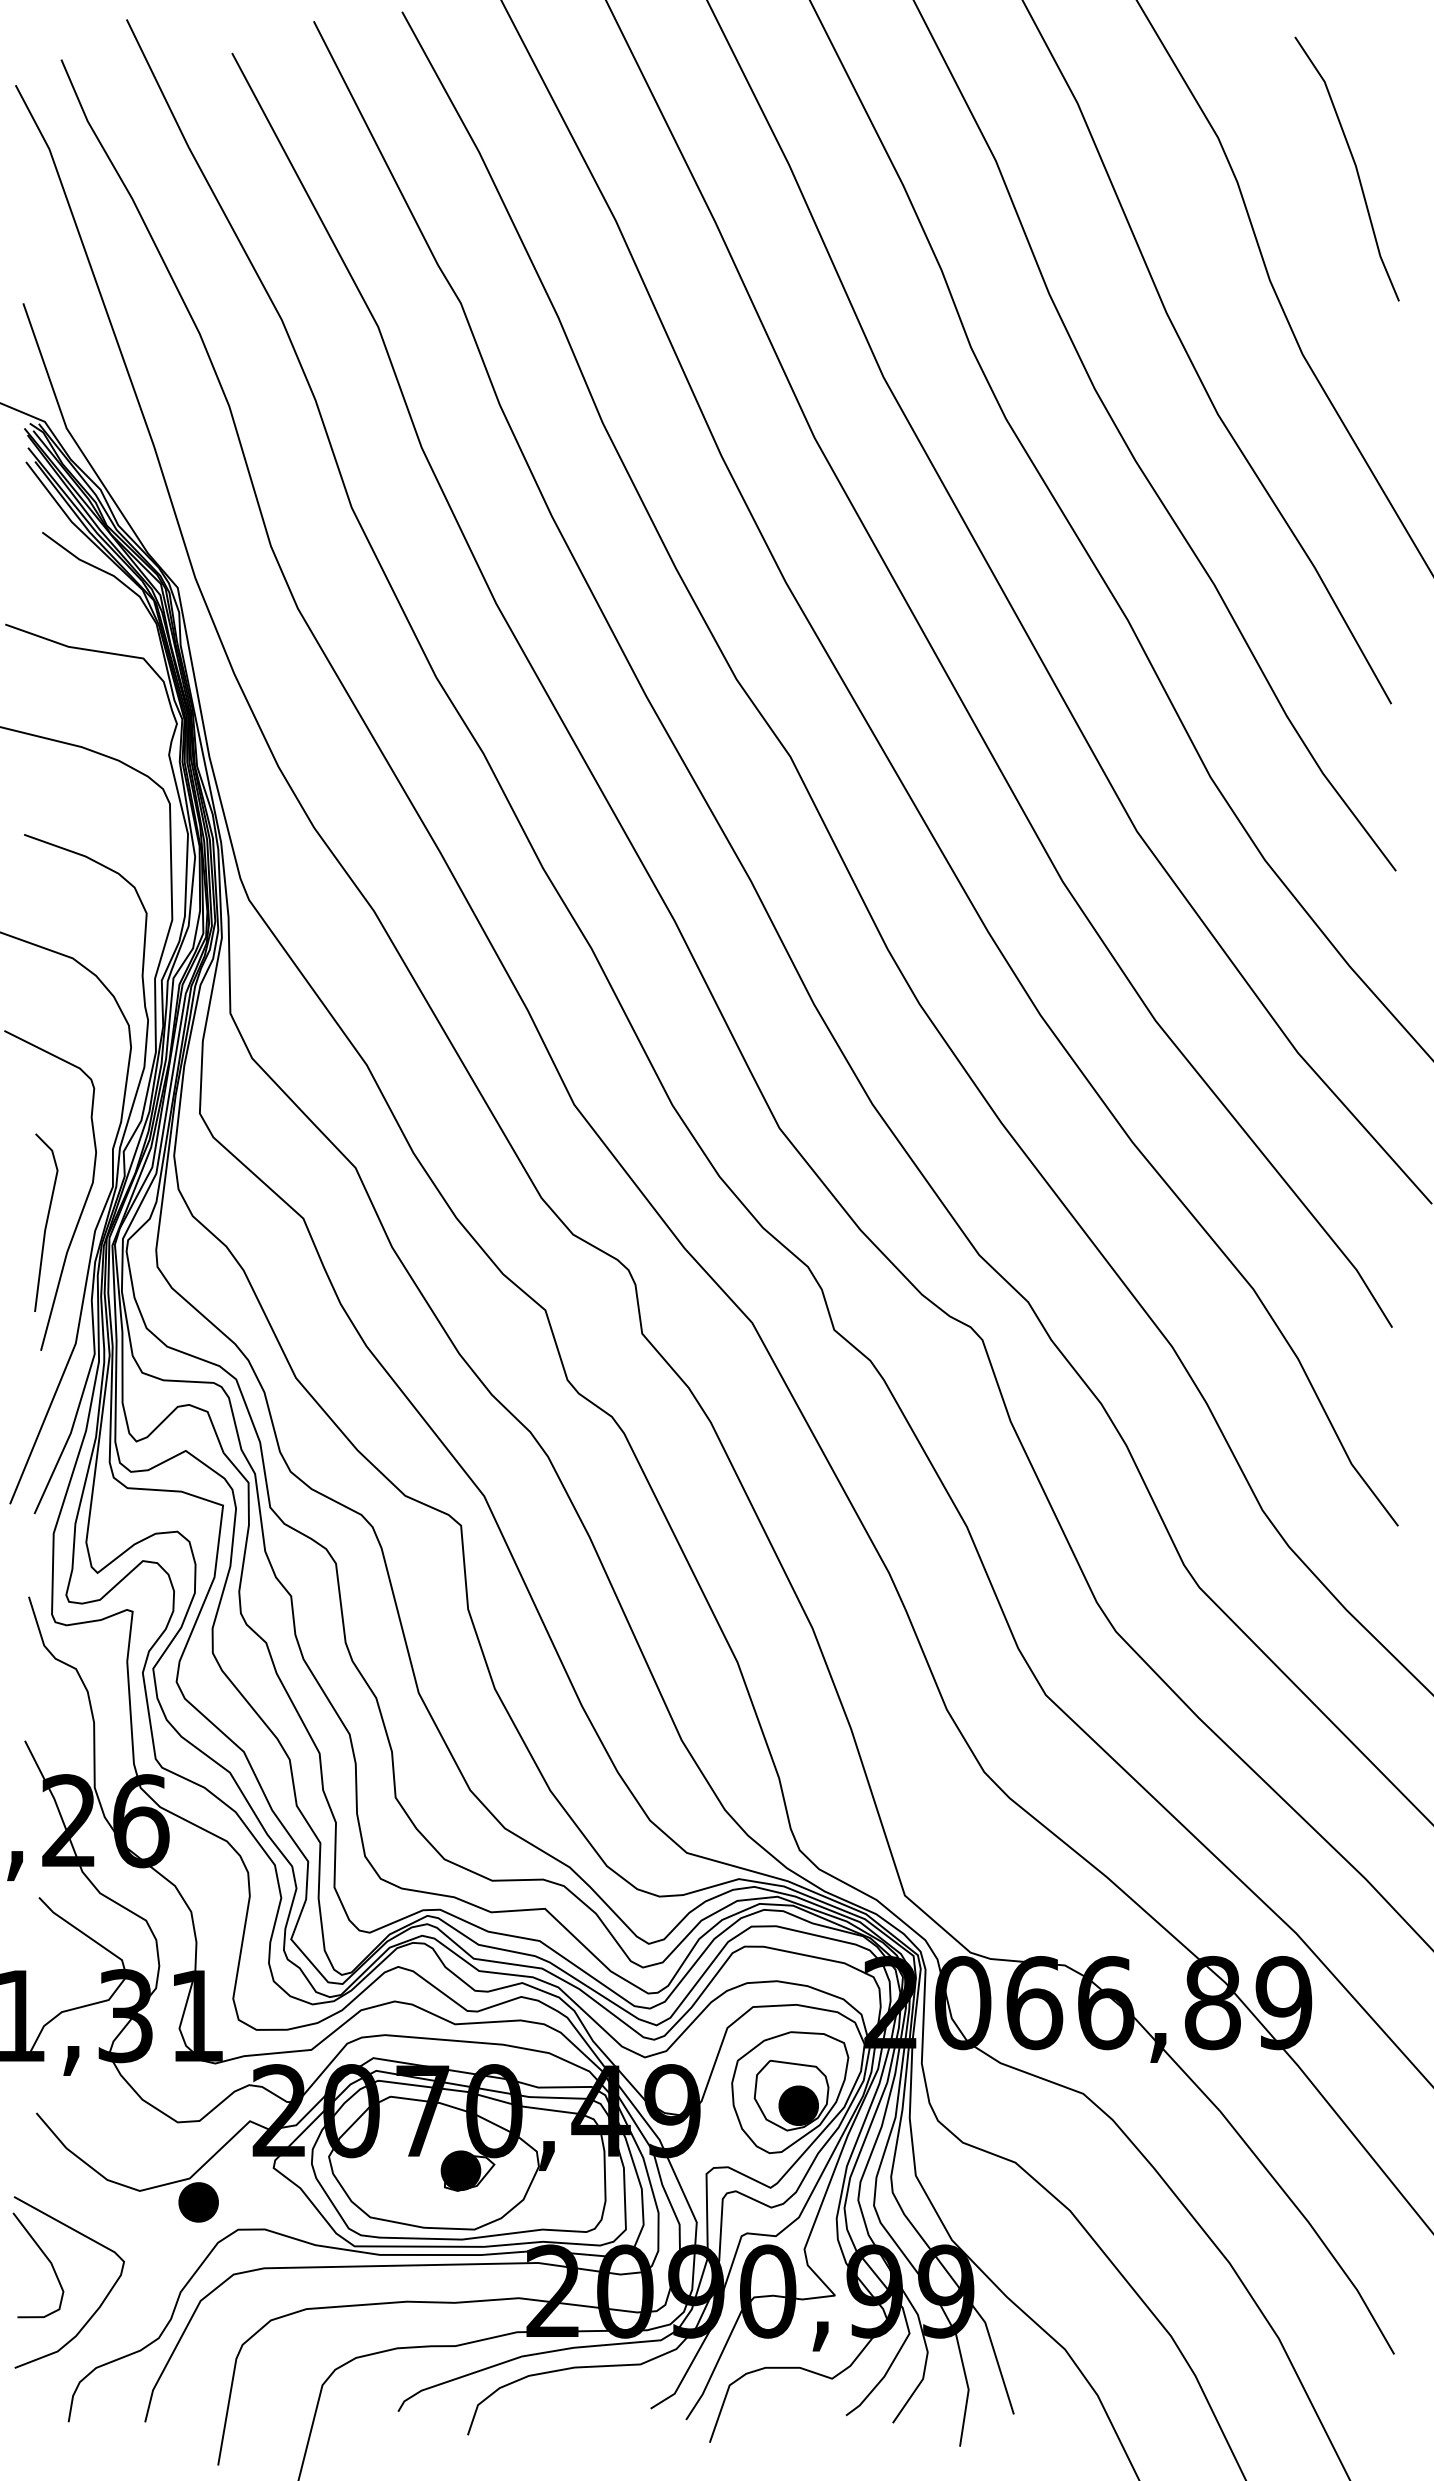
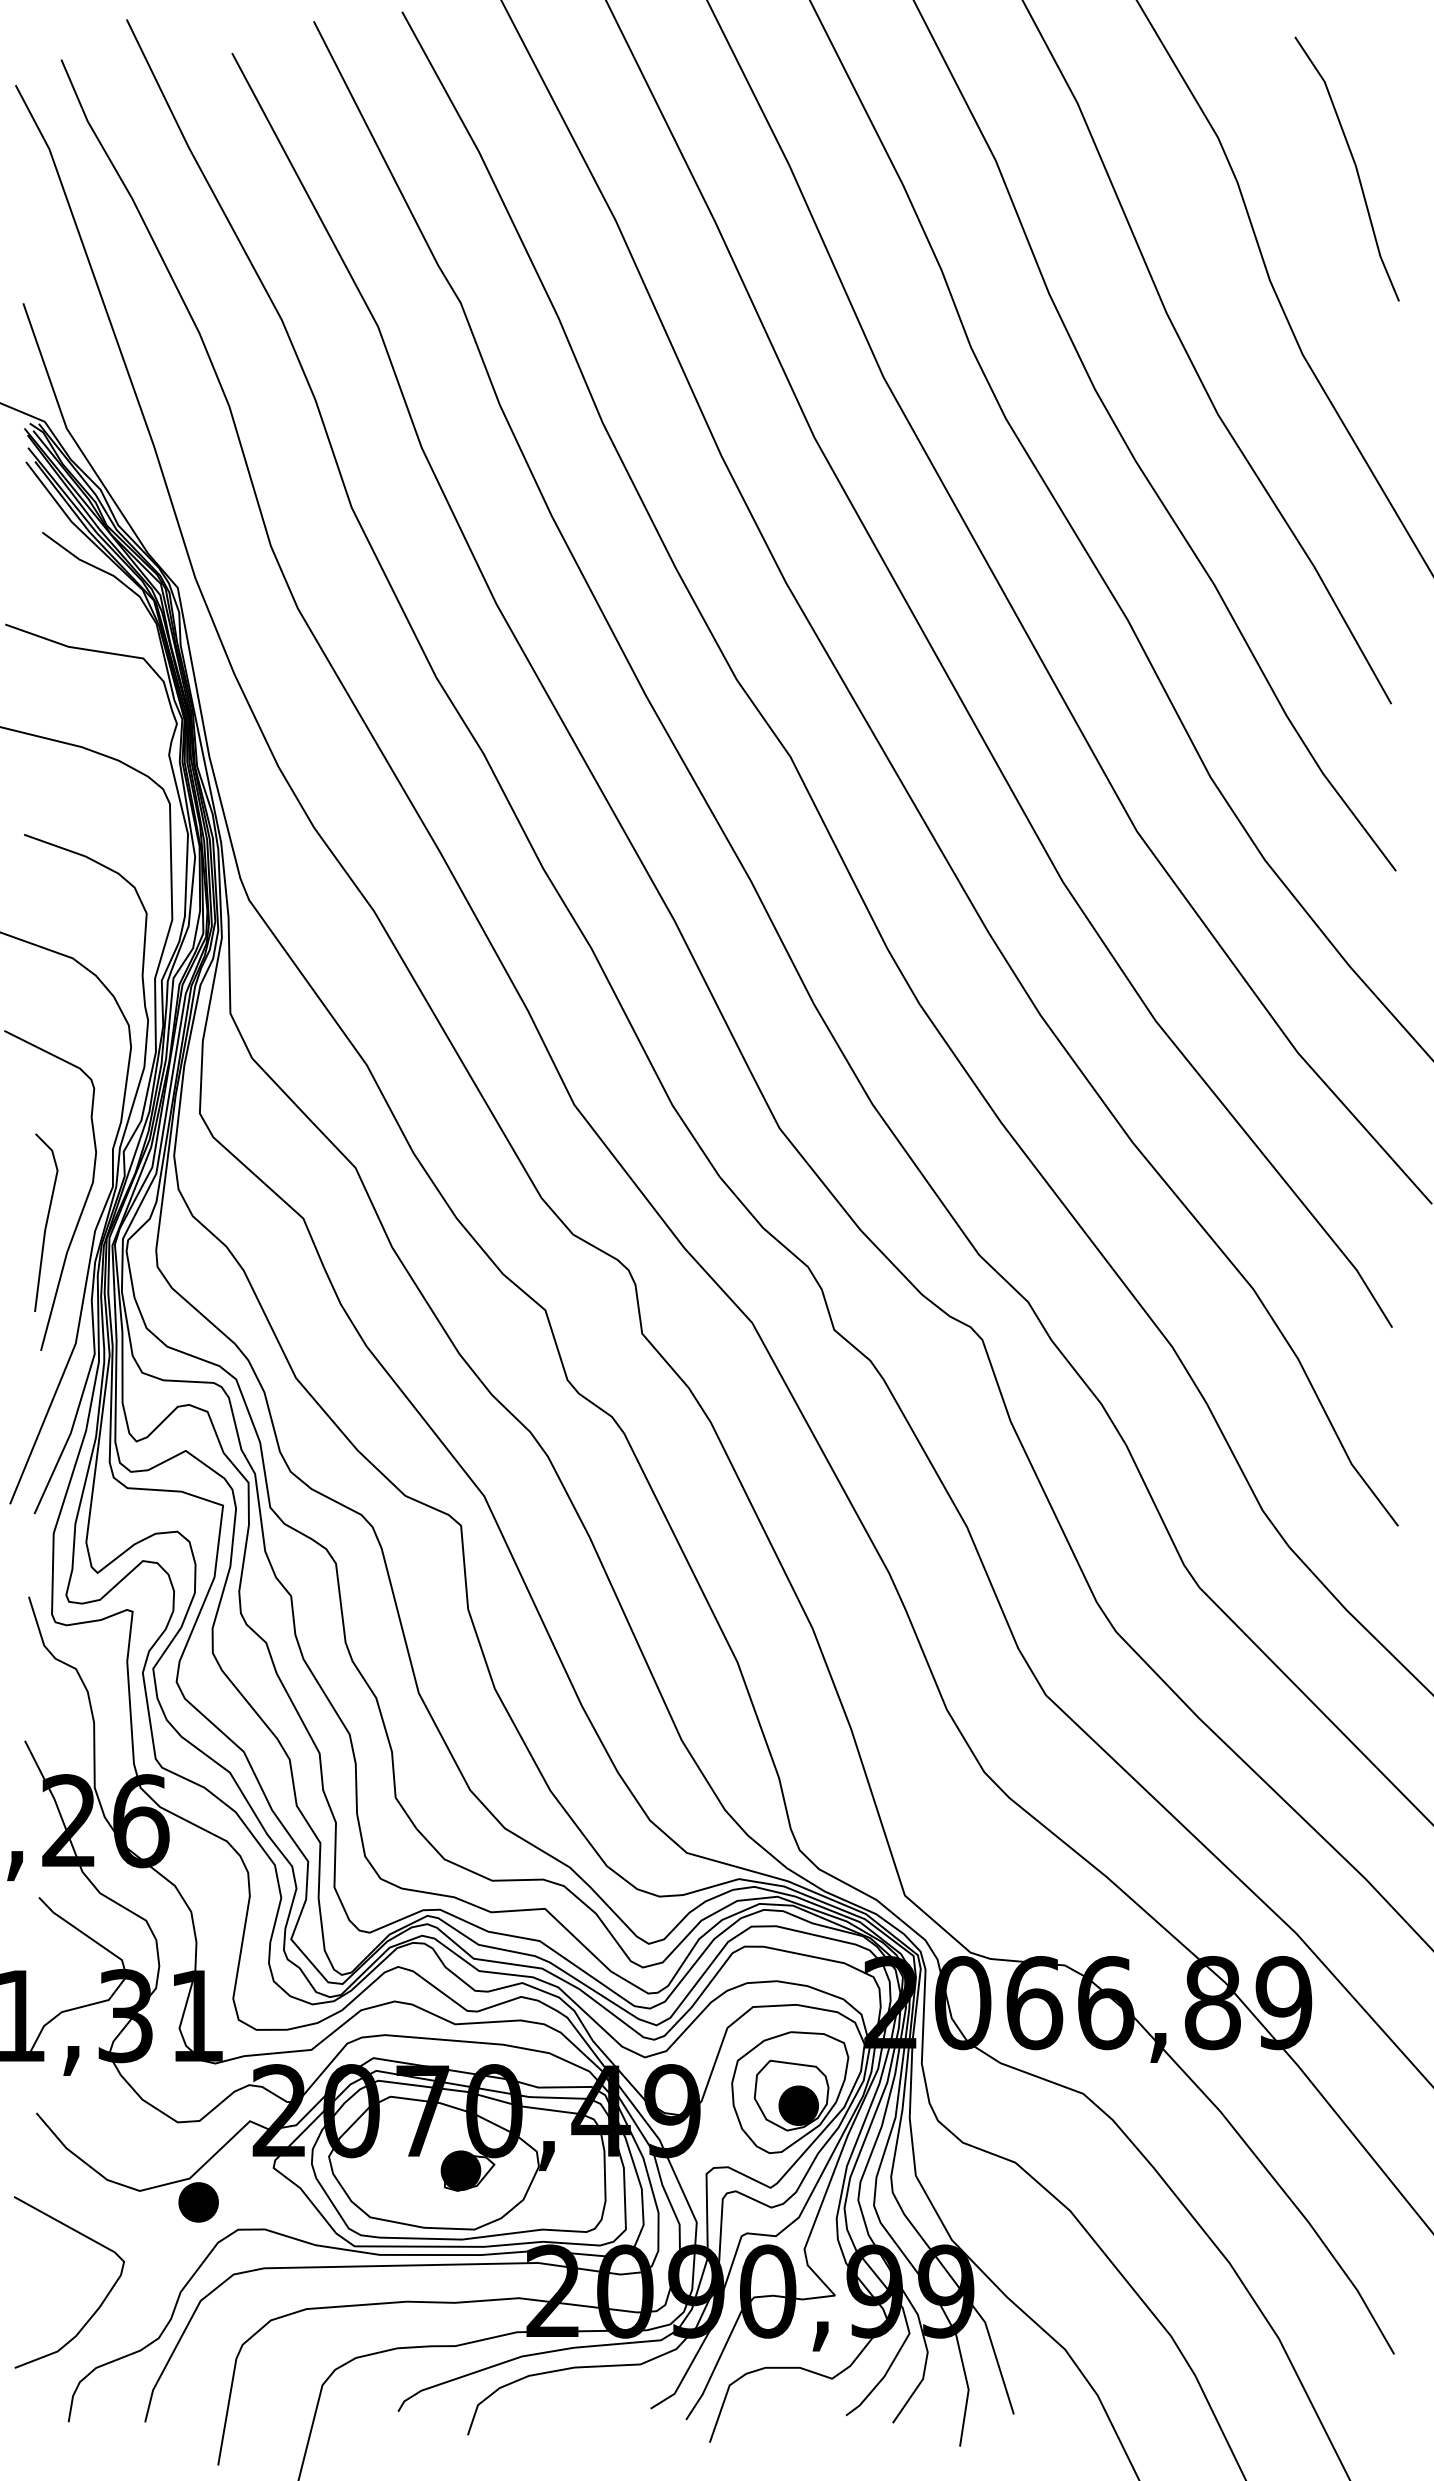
curve at (45, 2257): present -> none
